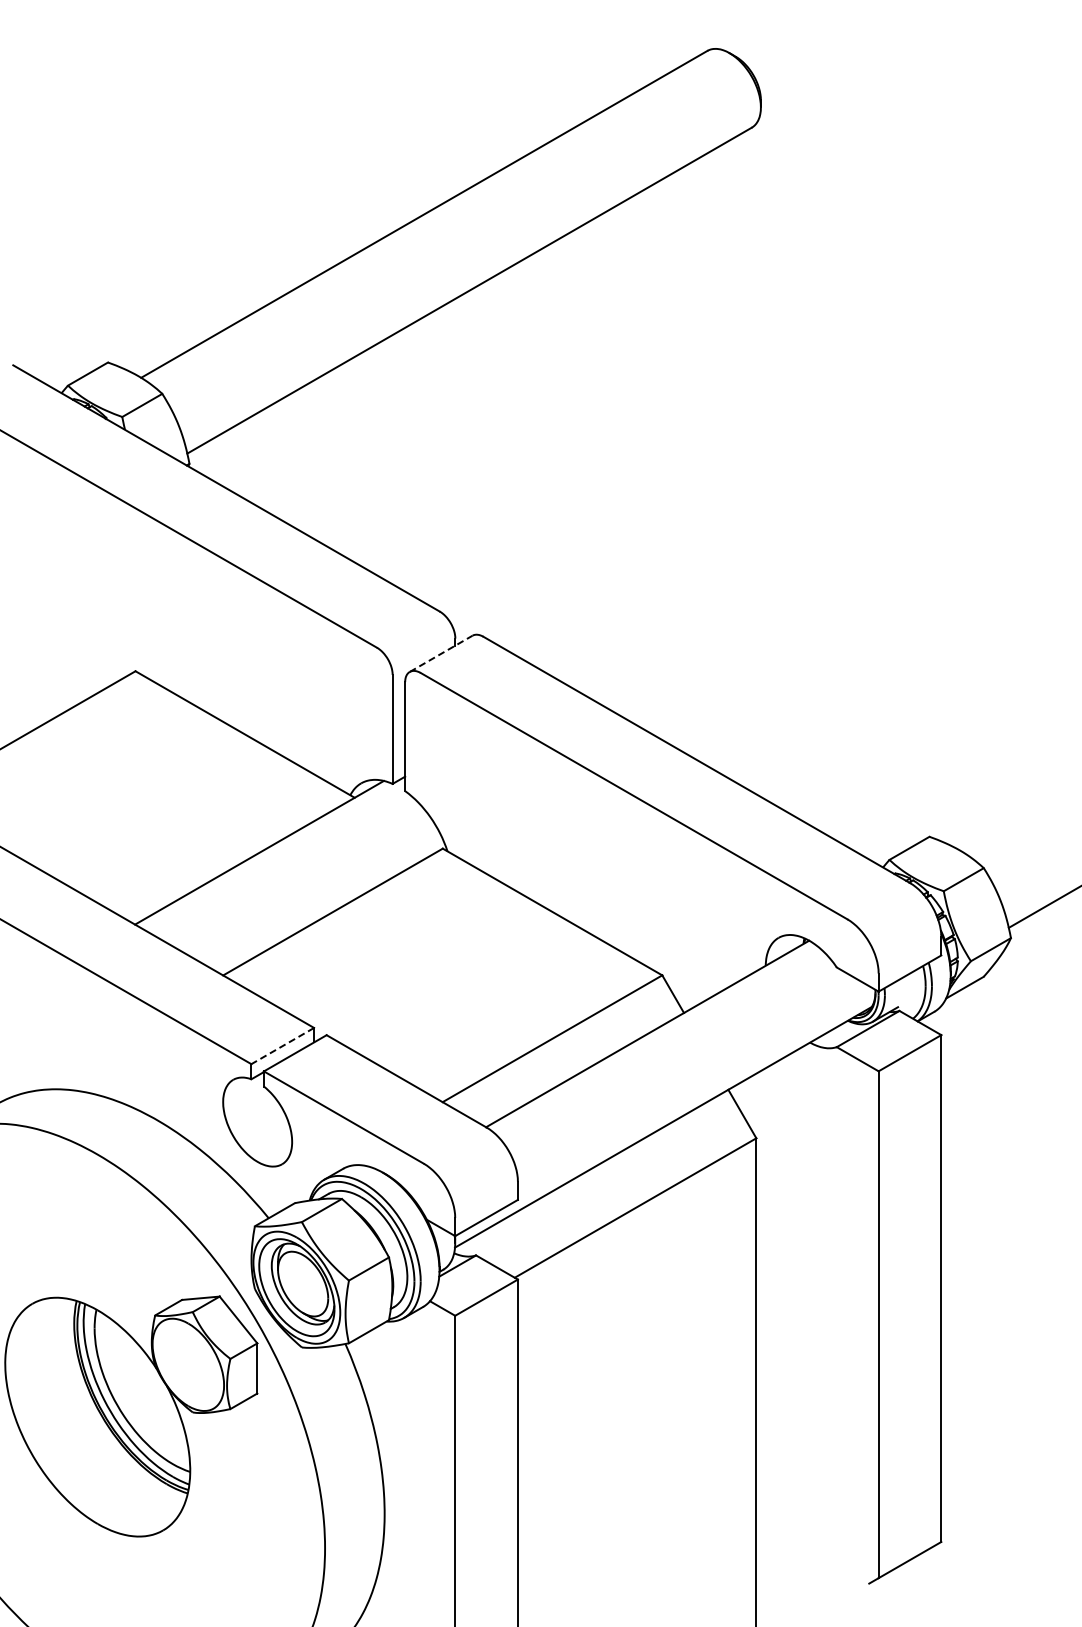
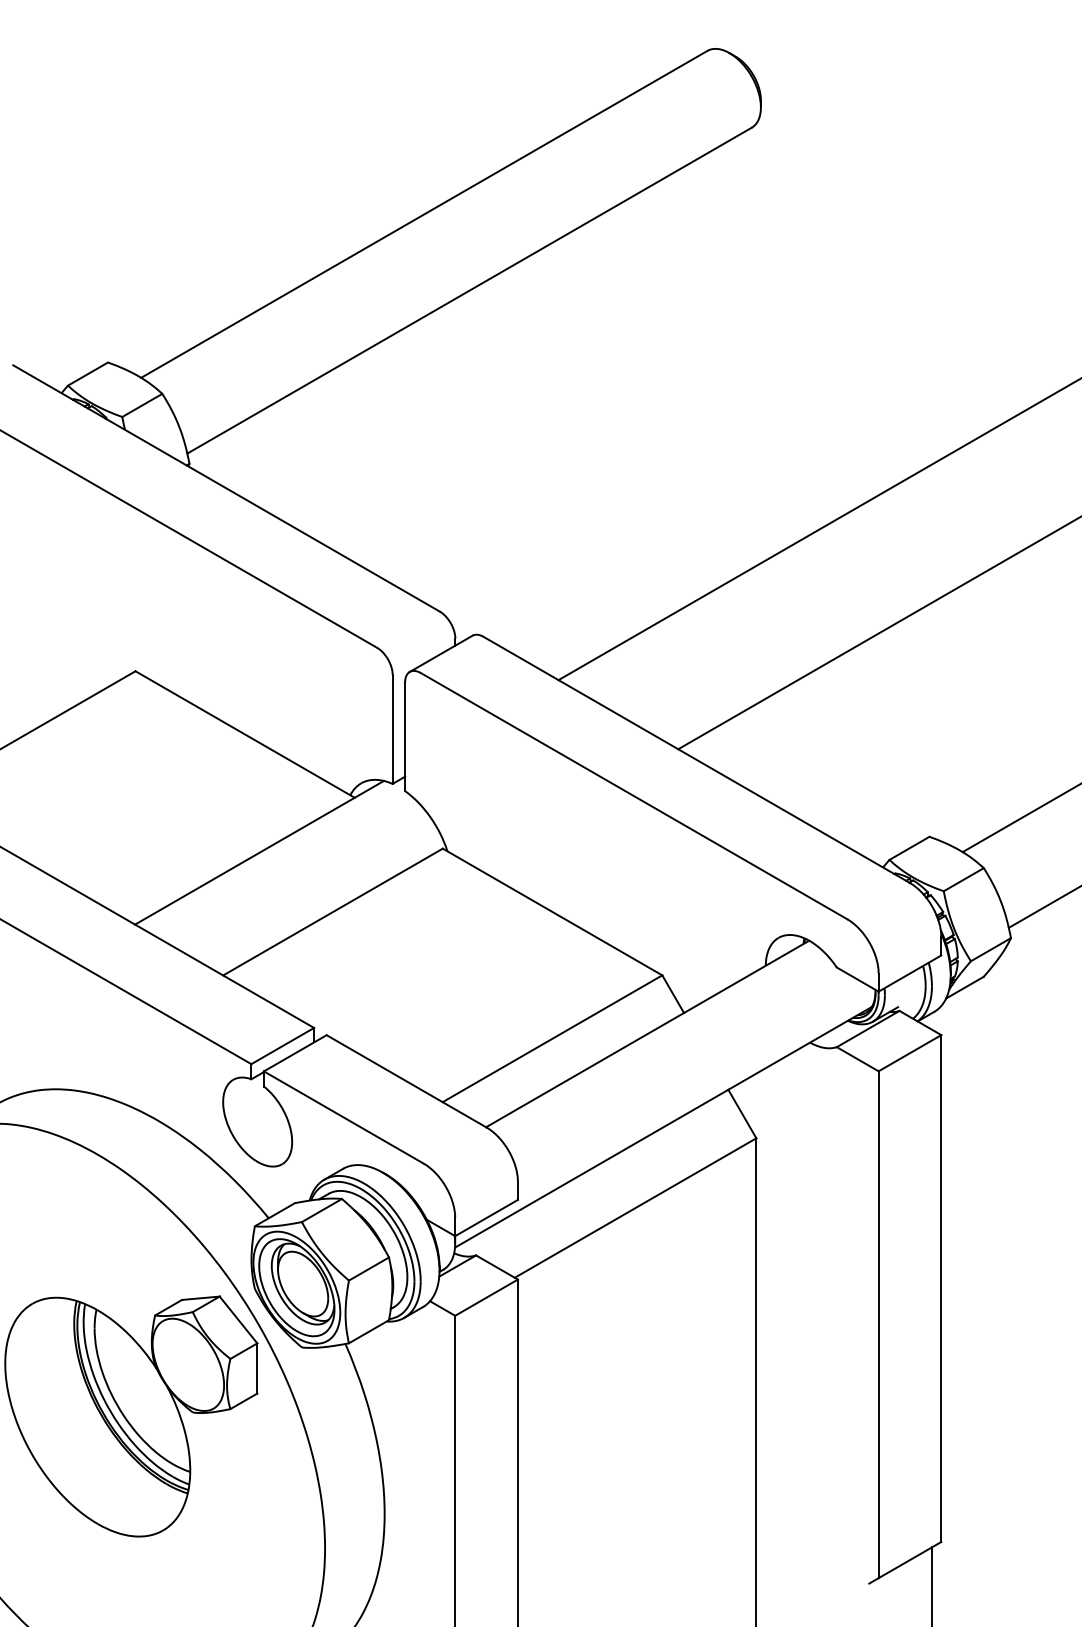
line at (818, 529): none -> present
line at (878, 633): none -> present
line at (441, 653): dashed -> solid
line at (1020, 818): none -> present
line at (282, 1046): dashed -> solid
line at (931, 1585): none -> present
